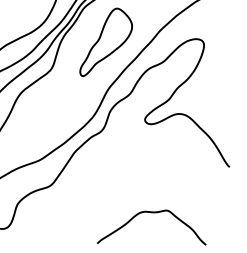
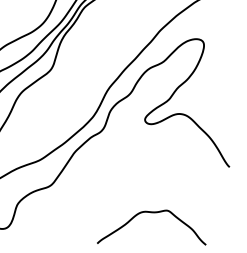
part at (105, 41): present -> none
